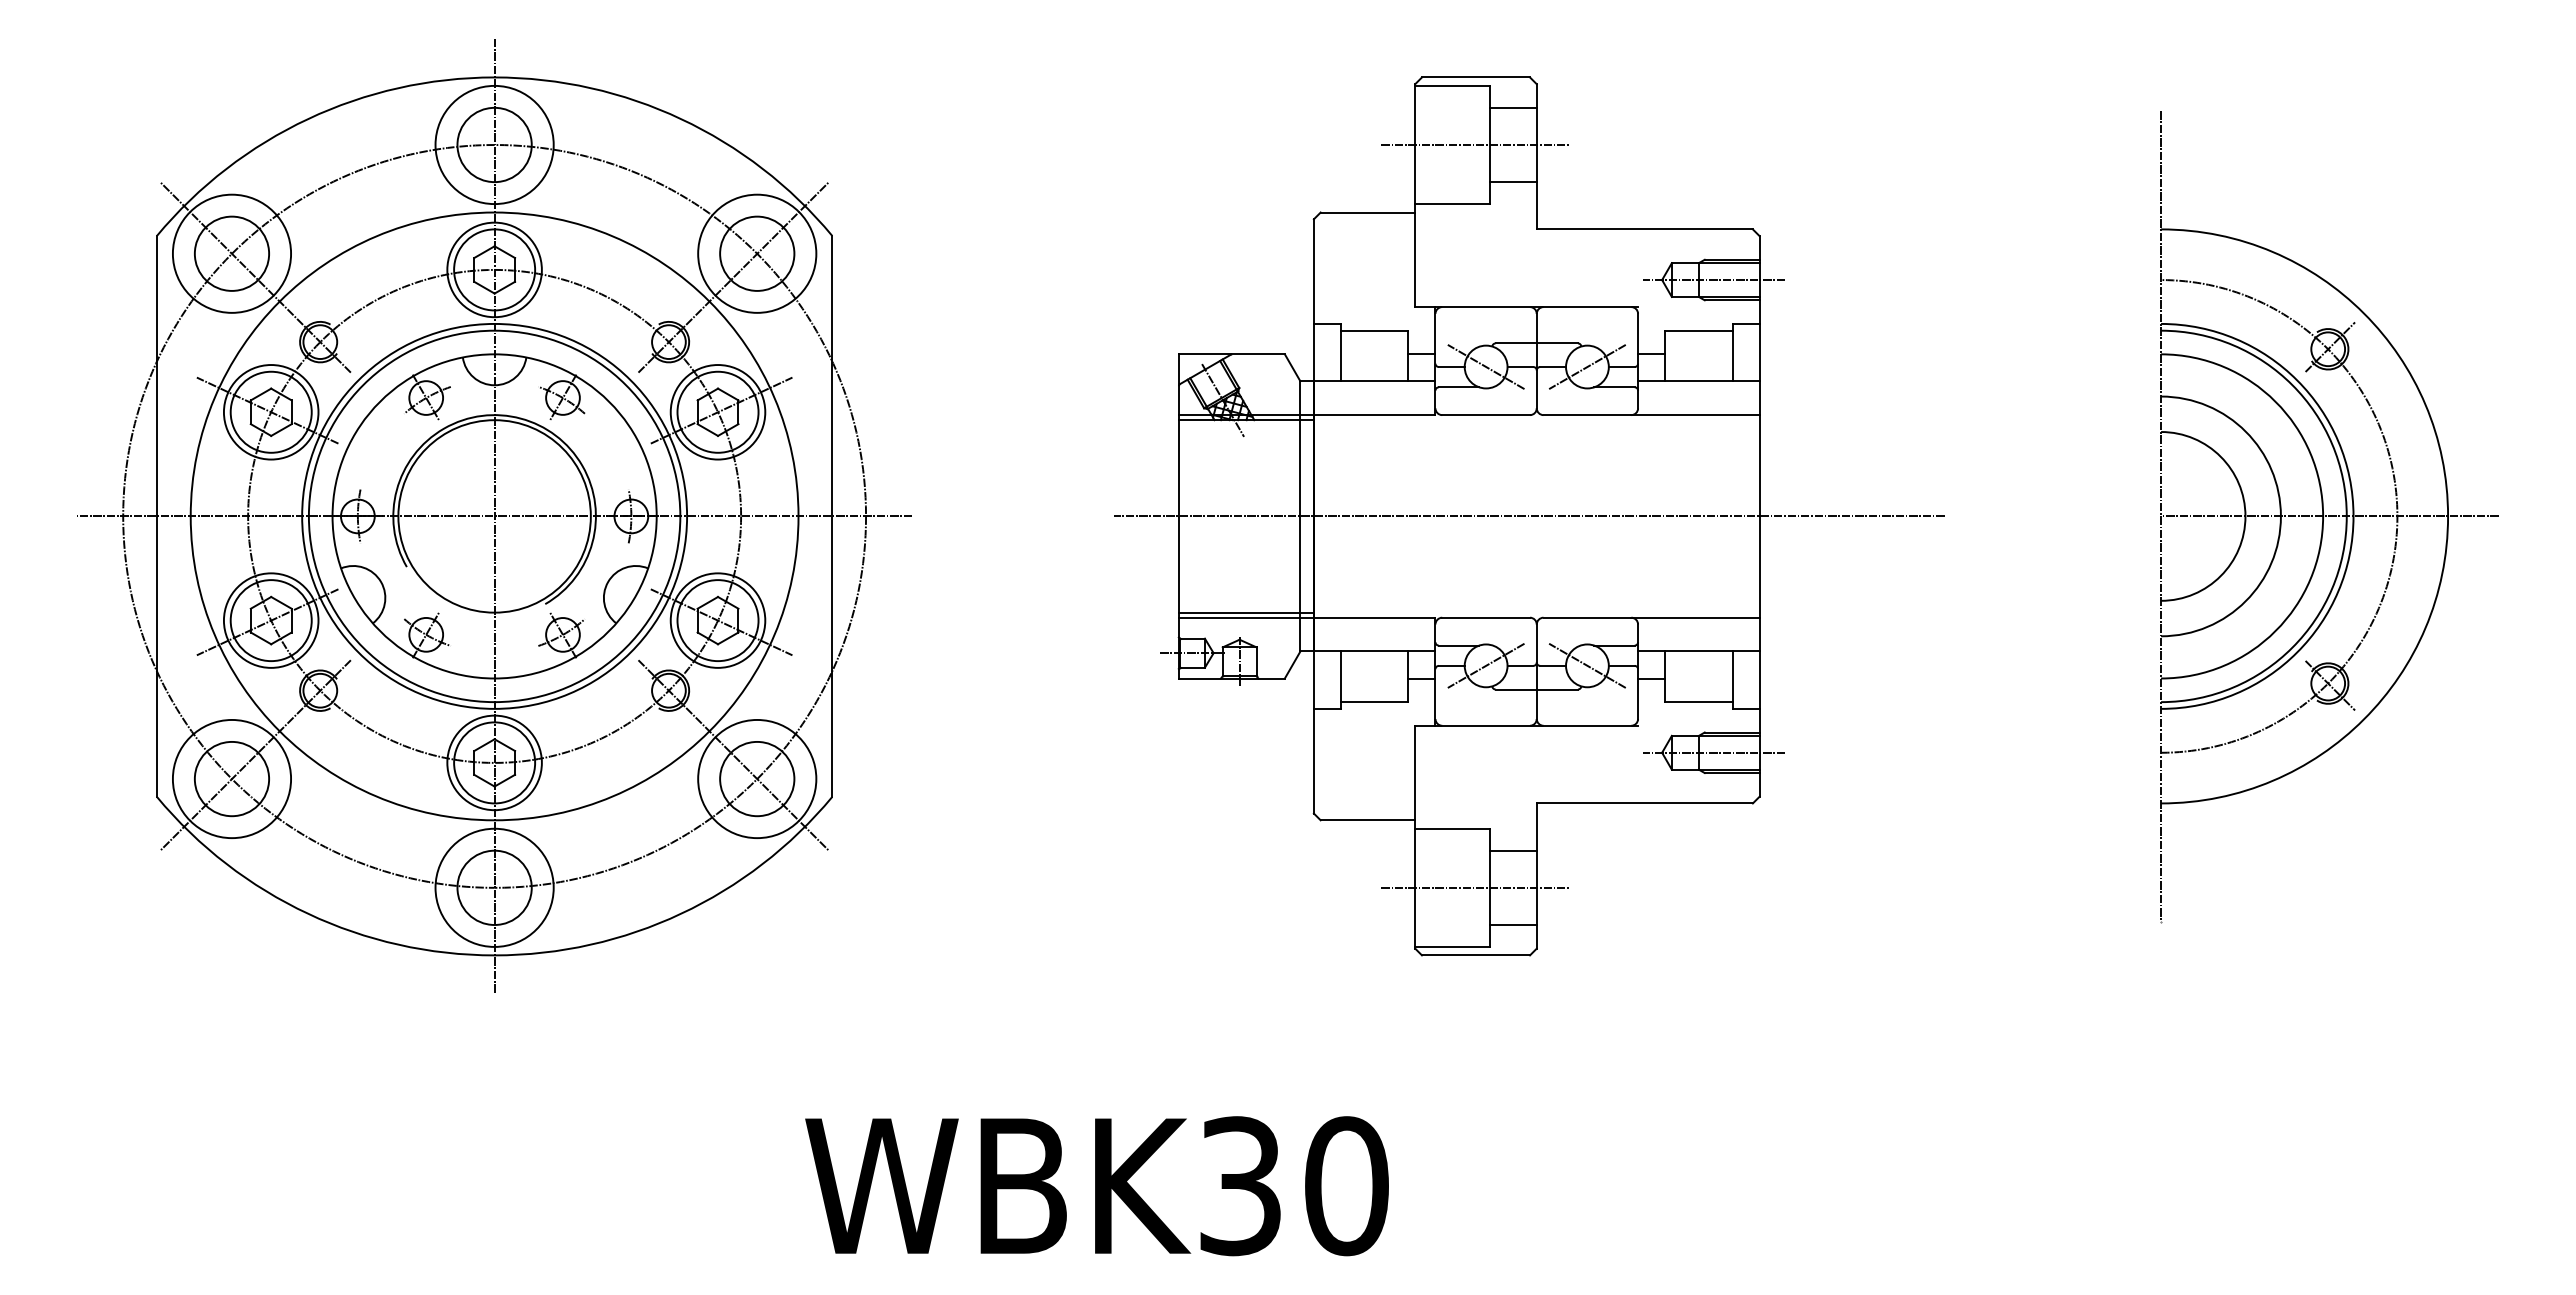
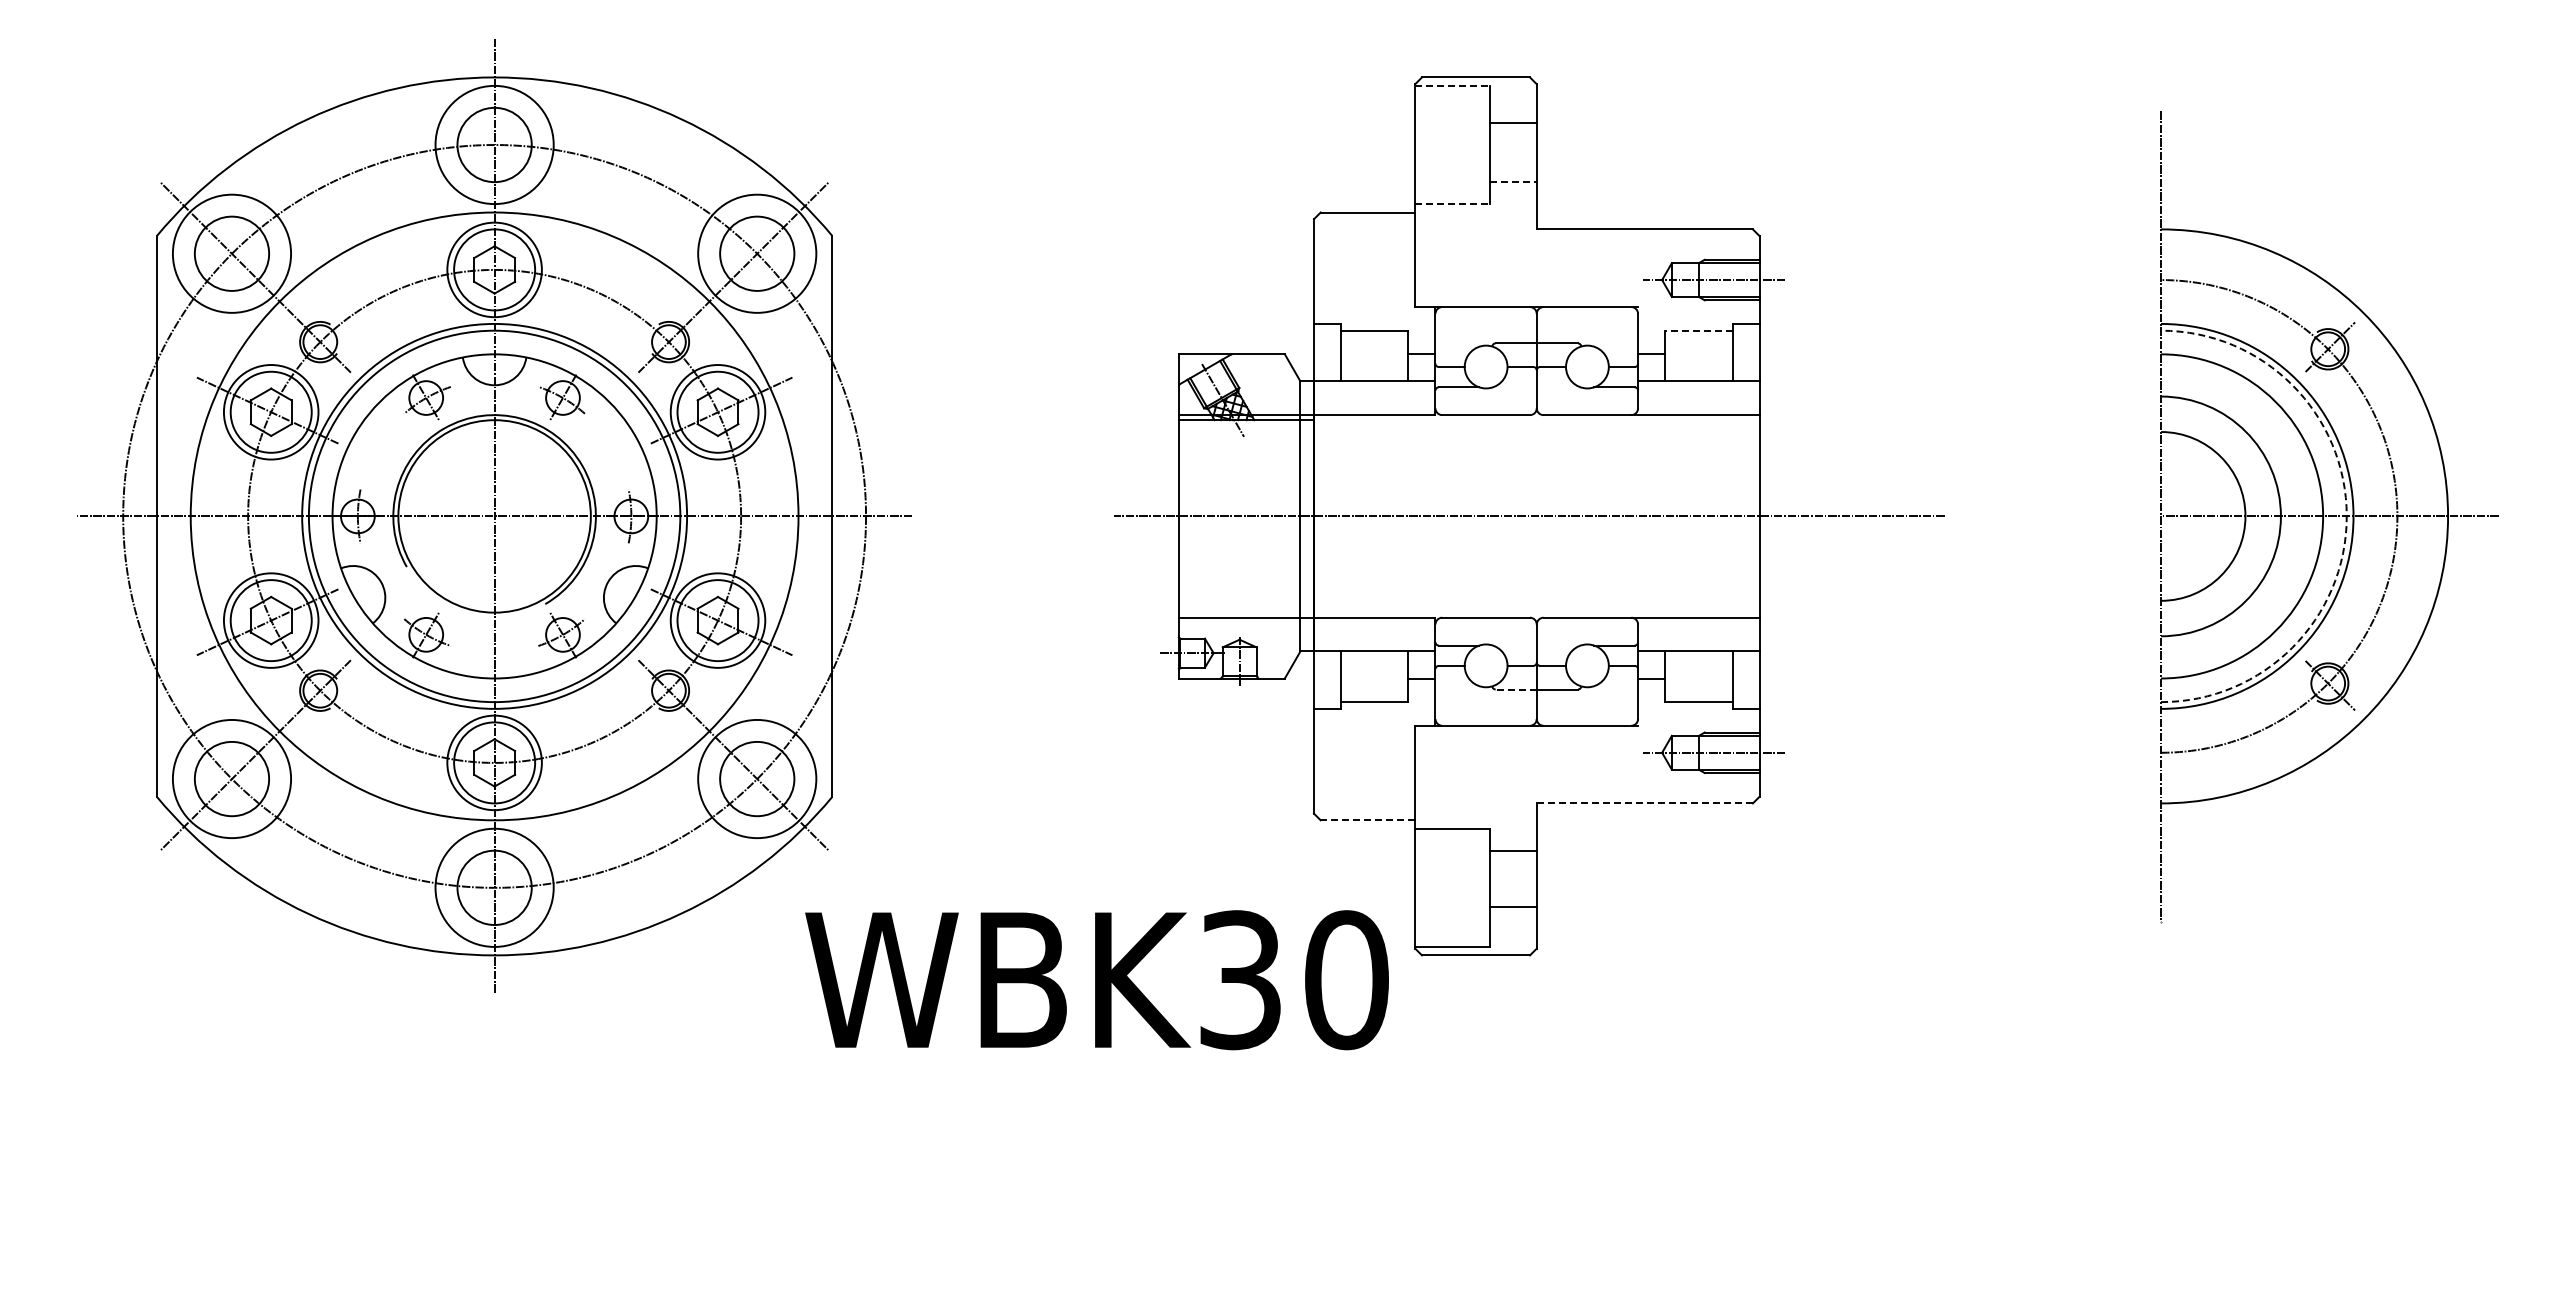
line at (1452, 85): solid -> dashed
line at (1512, 107) position: (1512, 107) -> (1512, 122)
line at (1475, 145): present -> none
line at (1513, 182): solid -> dashed
line at (1452, 204): solid -> dashed
line at (1698, 330): solid -> dashed
line at (1485, 366): present -> none
line at (1587, 366): present -> none
arc at (2346, 516): solid -> dashed
line at (1245, 612): present -> none
line at (1485, 665): present -> none
line at (1587, 665): present -> none
line at (1516, 689): solid -> dashed
line at (1644, 803): solid -> dashed
line at (1367, 820): solid -> dashed
line at (1475, 887): present -> none
line at (1512, 925) position: (1512, 925) -> (1512, 907)
text at (1096, 1186) position: (1096, 1186) -> (1096, 980)
